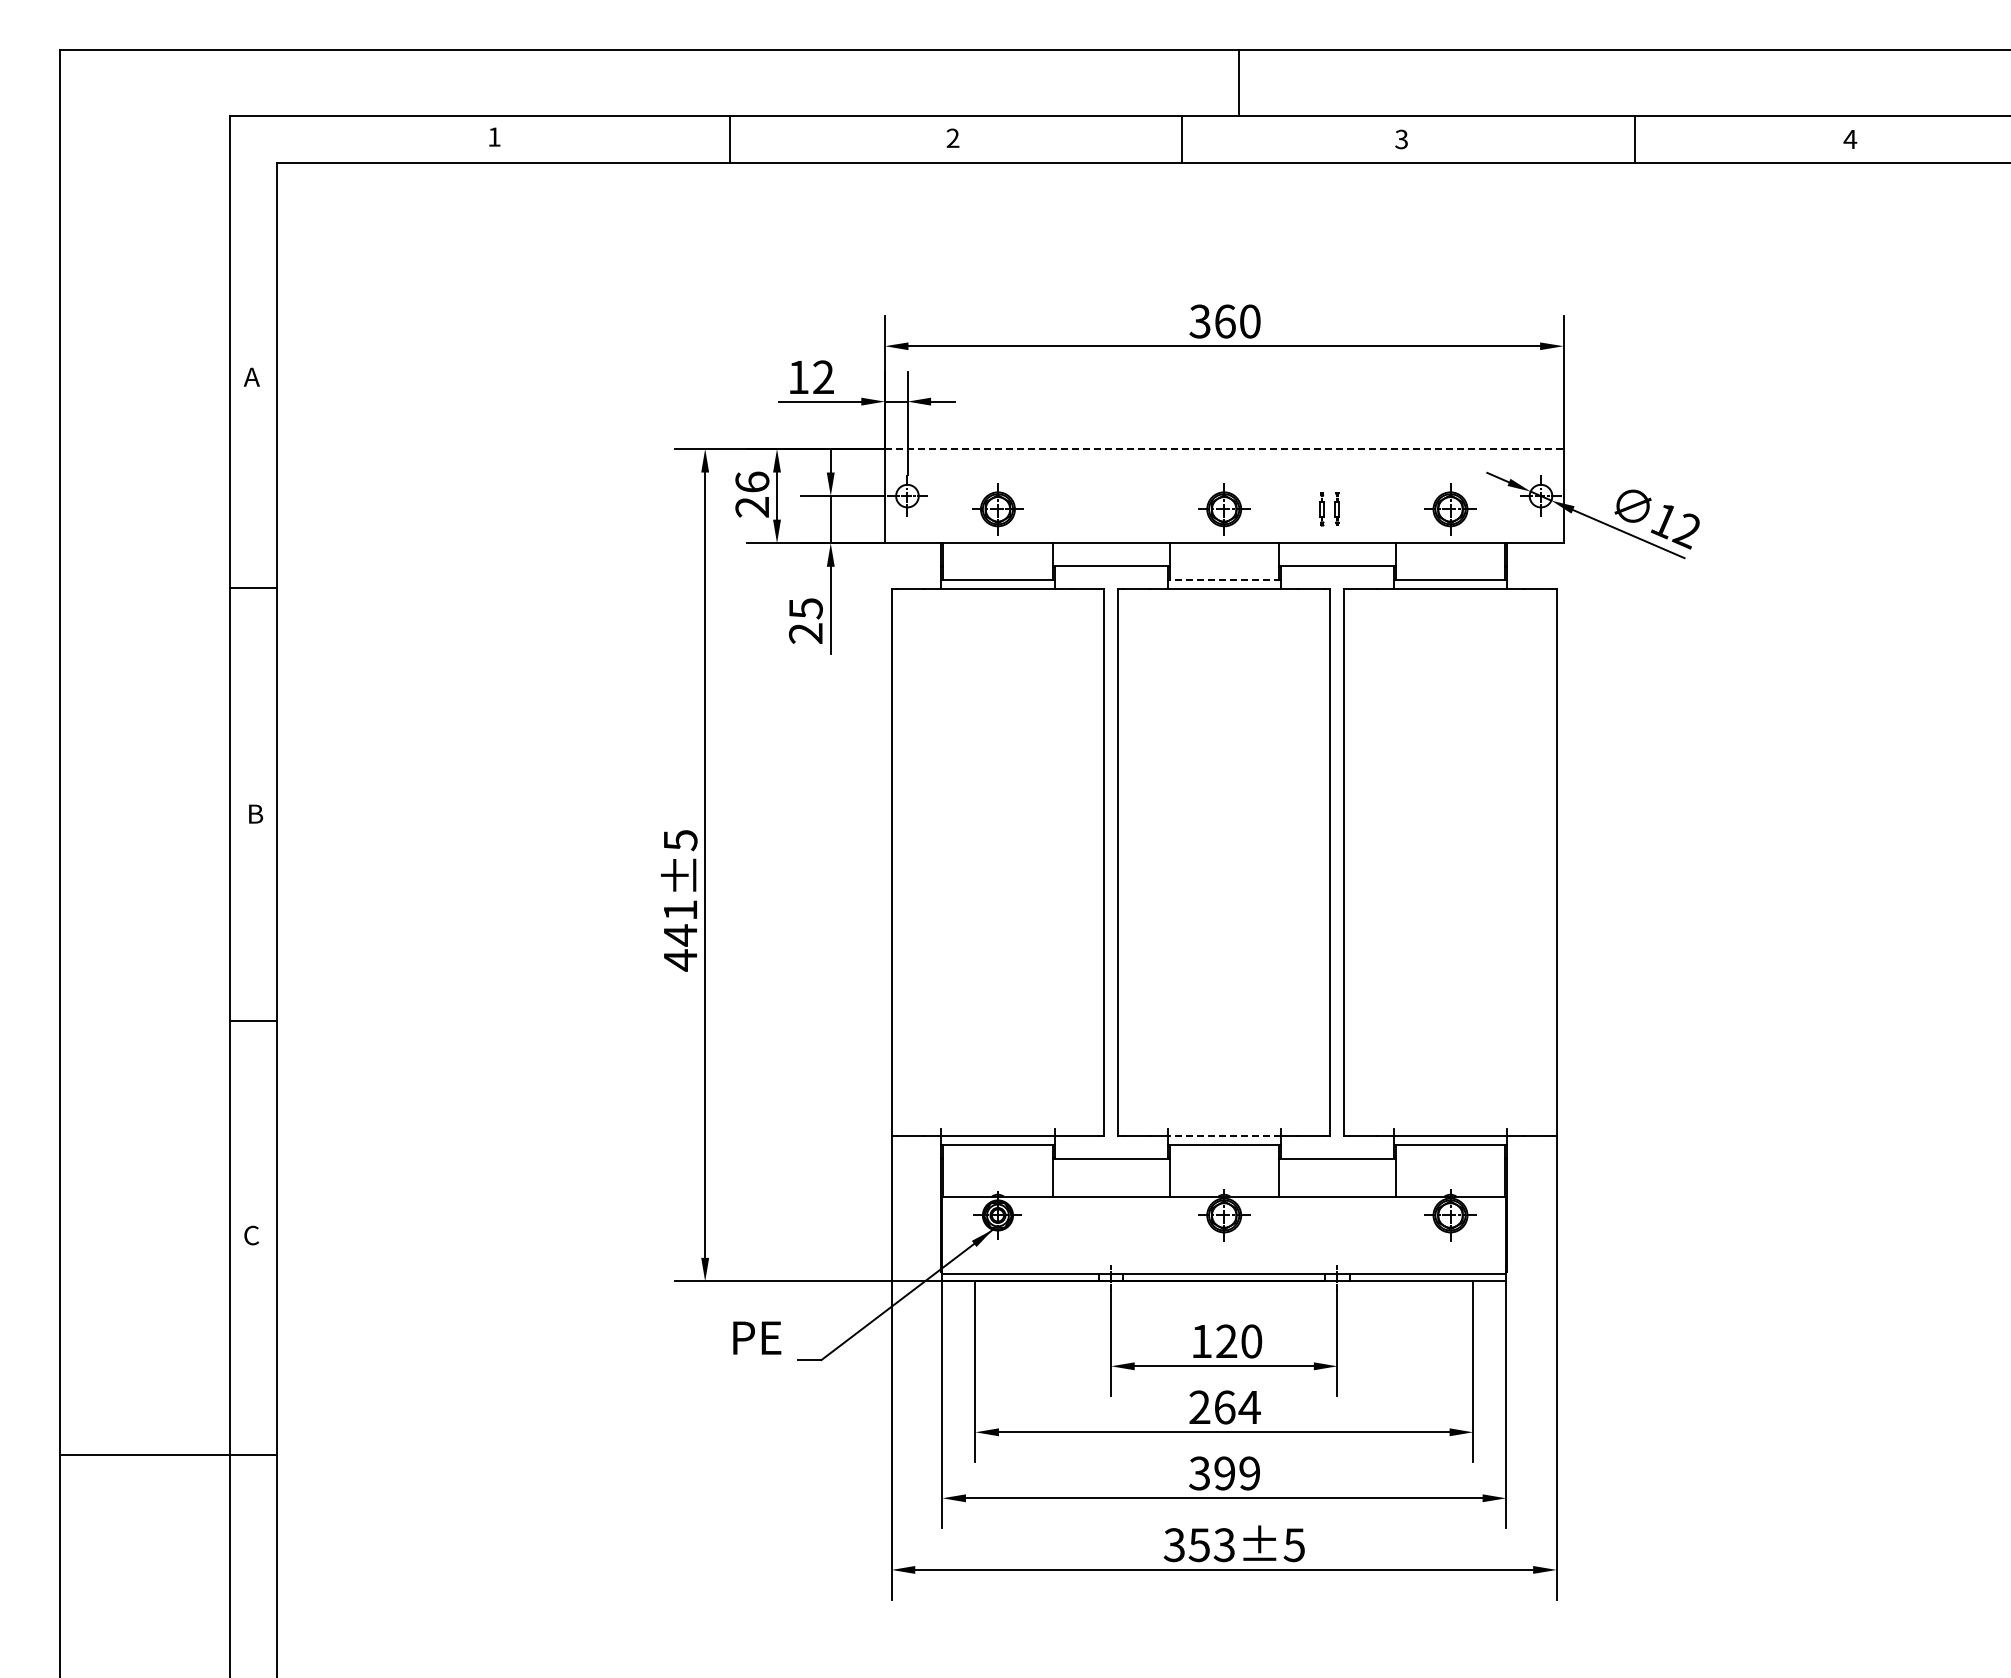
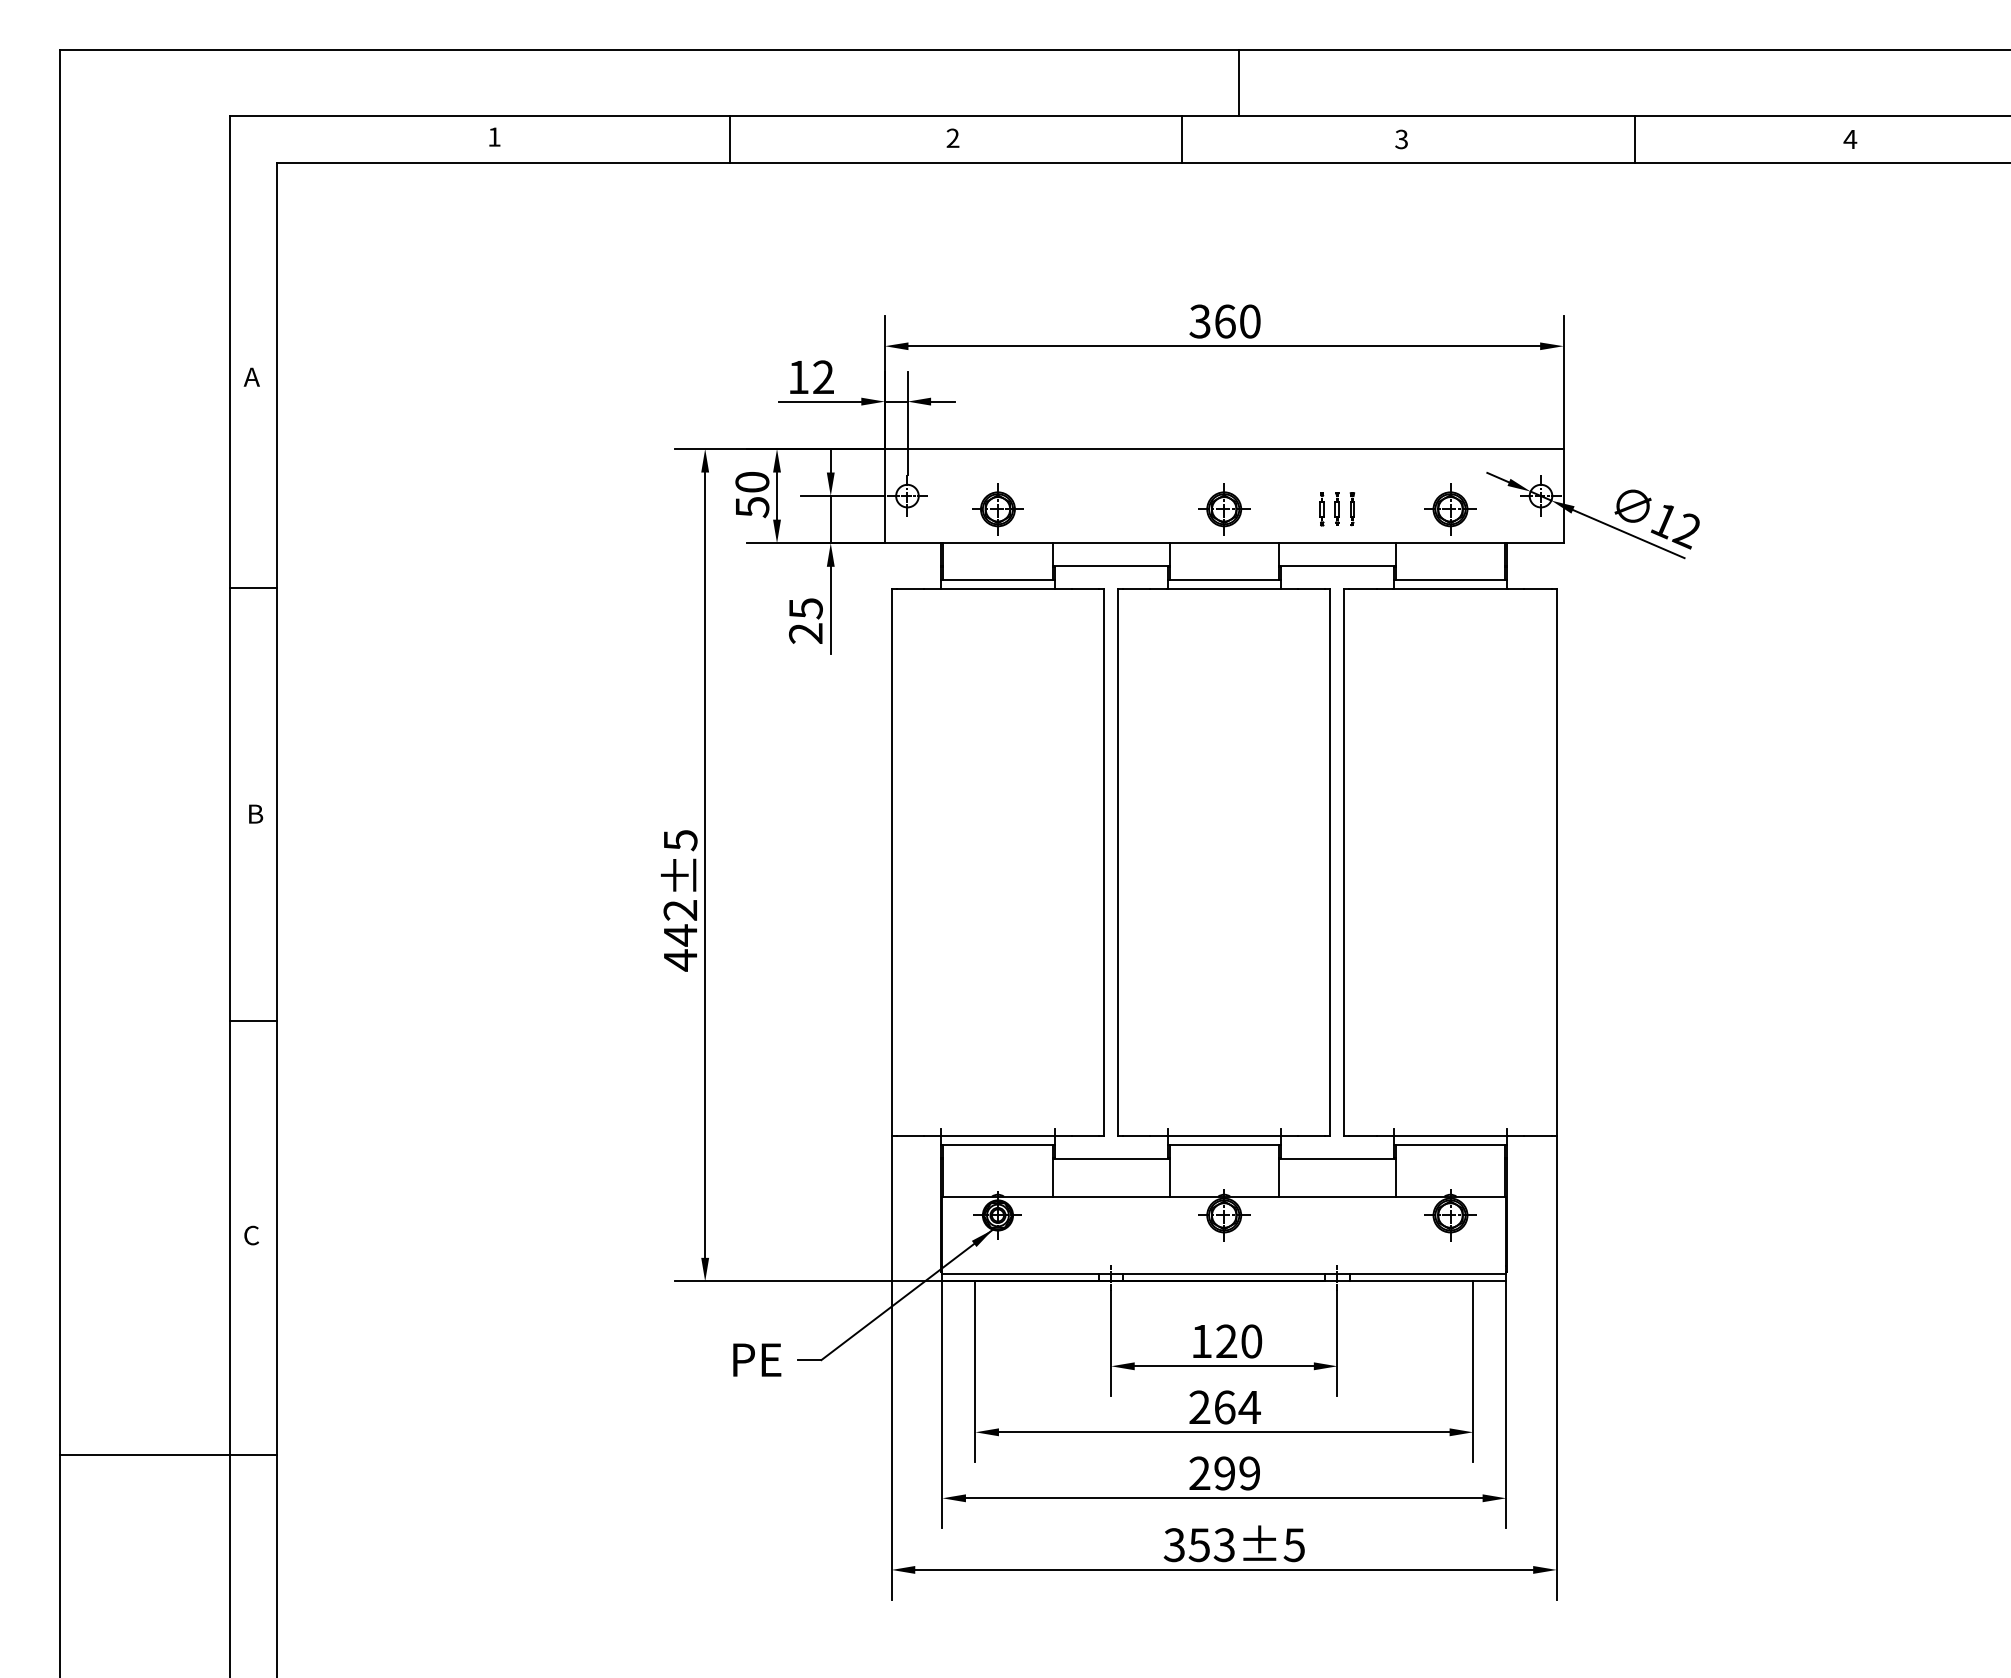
line at (1224, 448): dashed -> solid
text at (752, 494): 26 -> 50
part at (1352, 509): none -> present
line at (1224, 579): dashed -> solid
text at (679, 910): 441±5 -> 442±5
line at (1224, 1135): dashed -> solid
text at (757, 1337) position: (757, 1337) -> (757, 1359)
text at (1199, 1473): 399 -> 299
